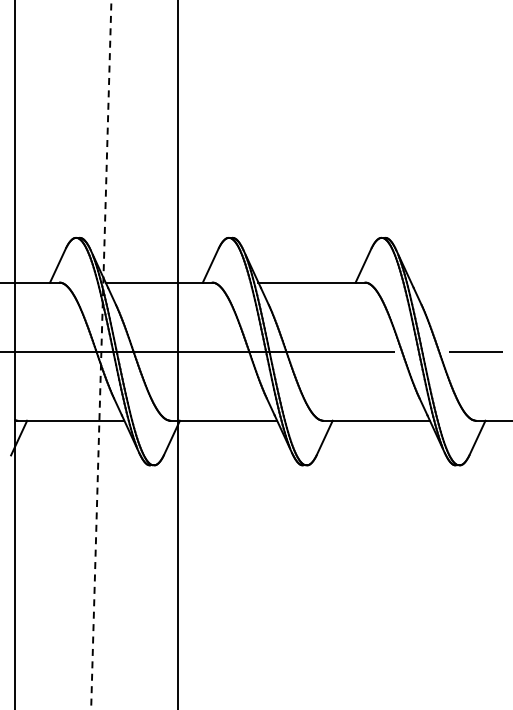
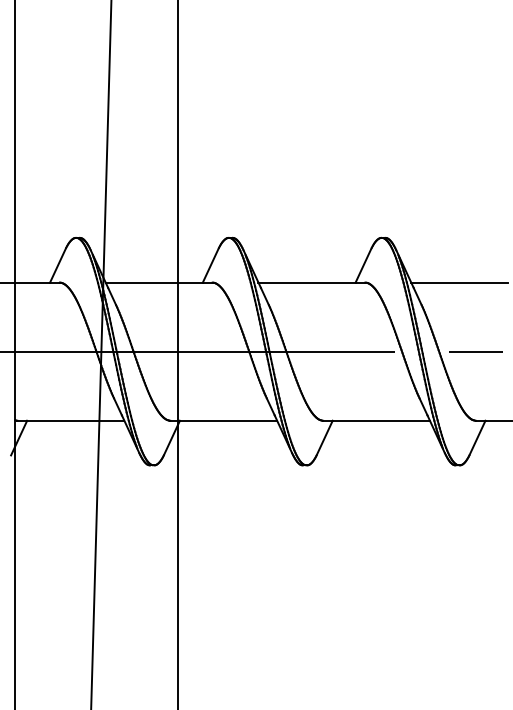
line at (459, 282): none -> present
line at (101, 355): dashed -> solid
